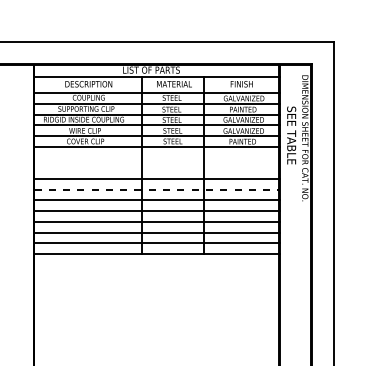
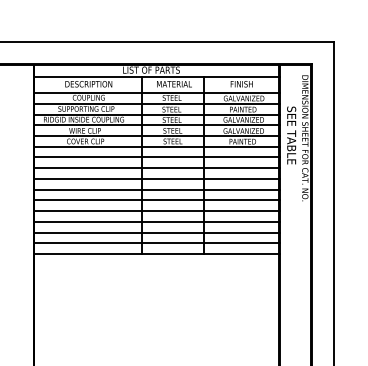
line at (157, 157): none -> present
line at (157, 168): none -> present
line at (157, 189): dashed -> solid
